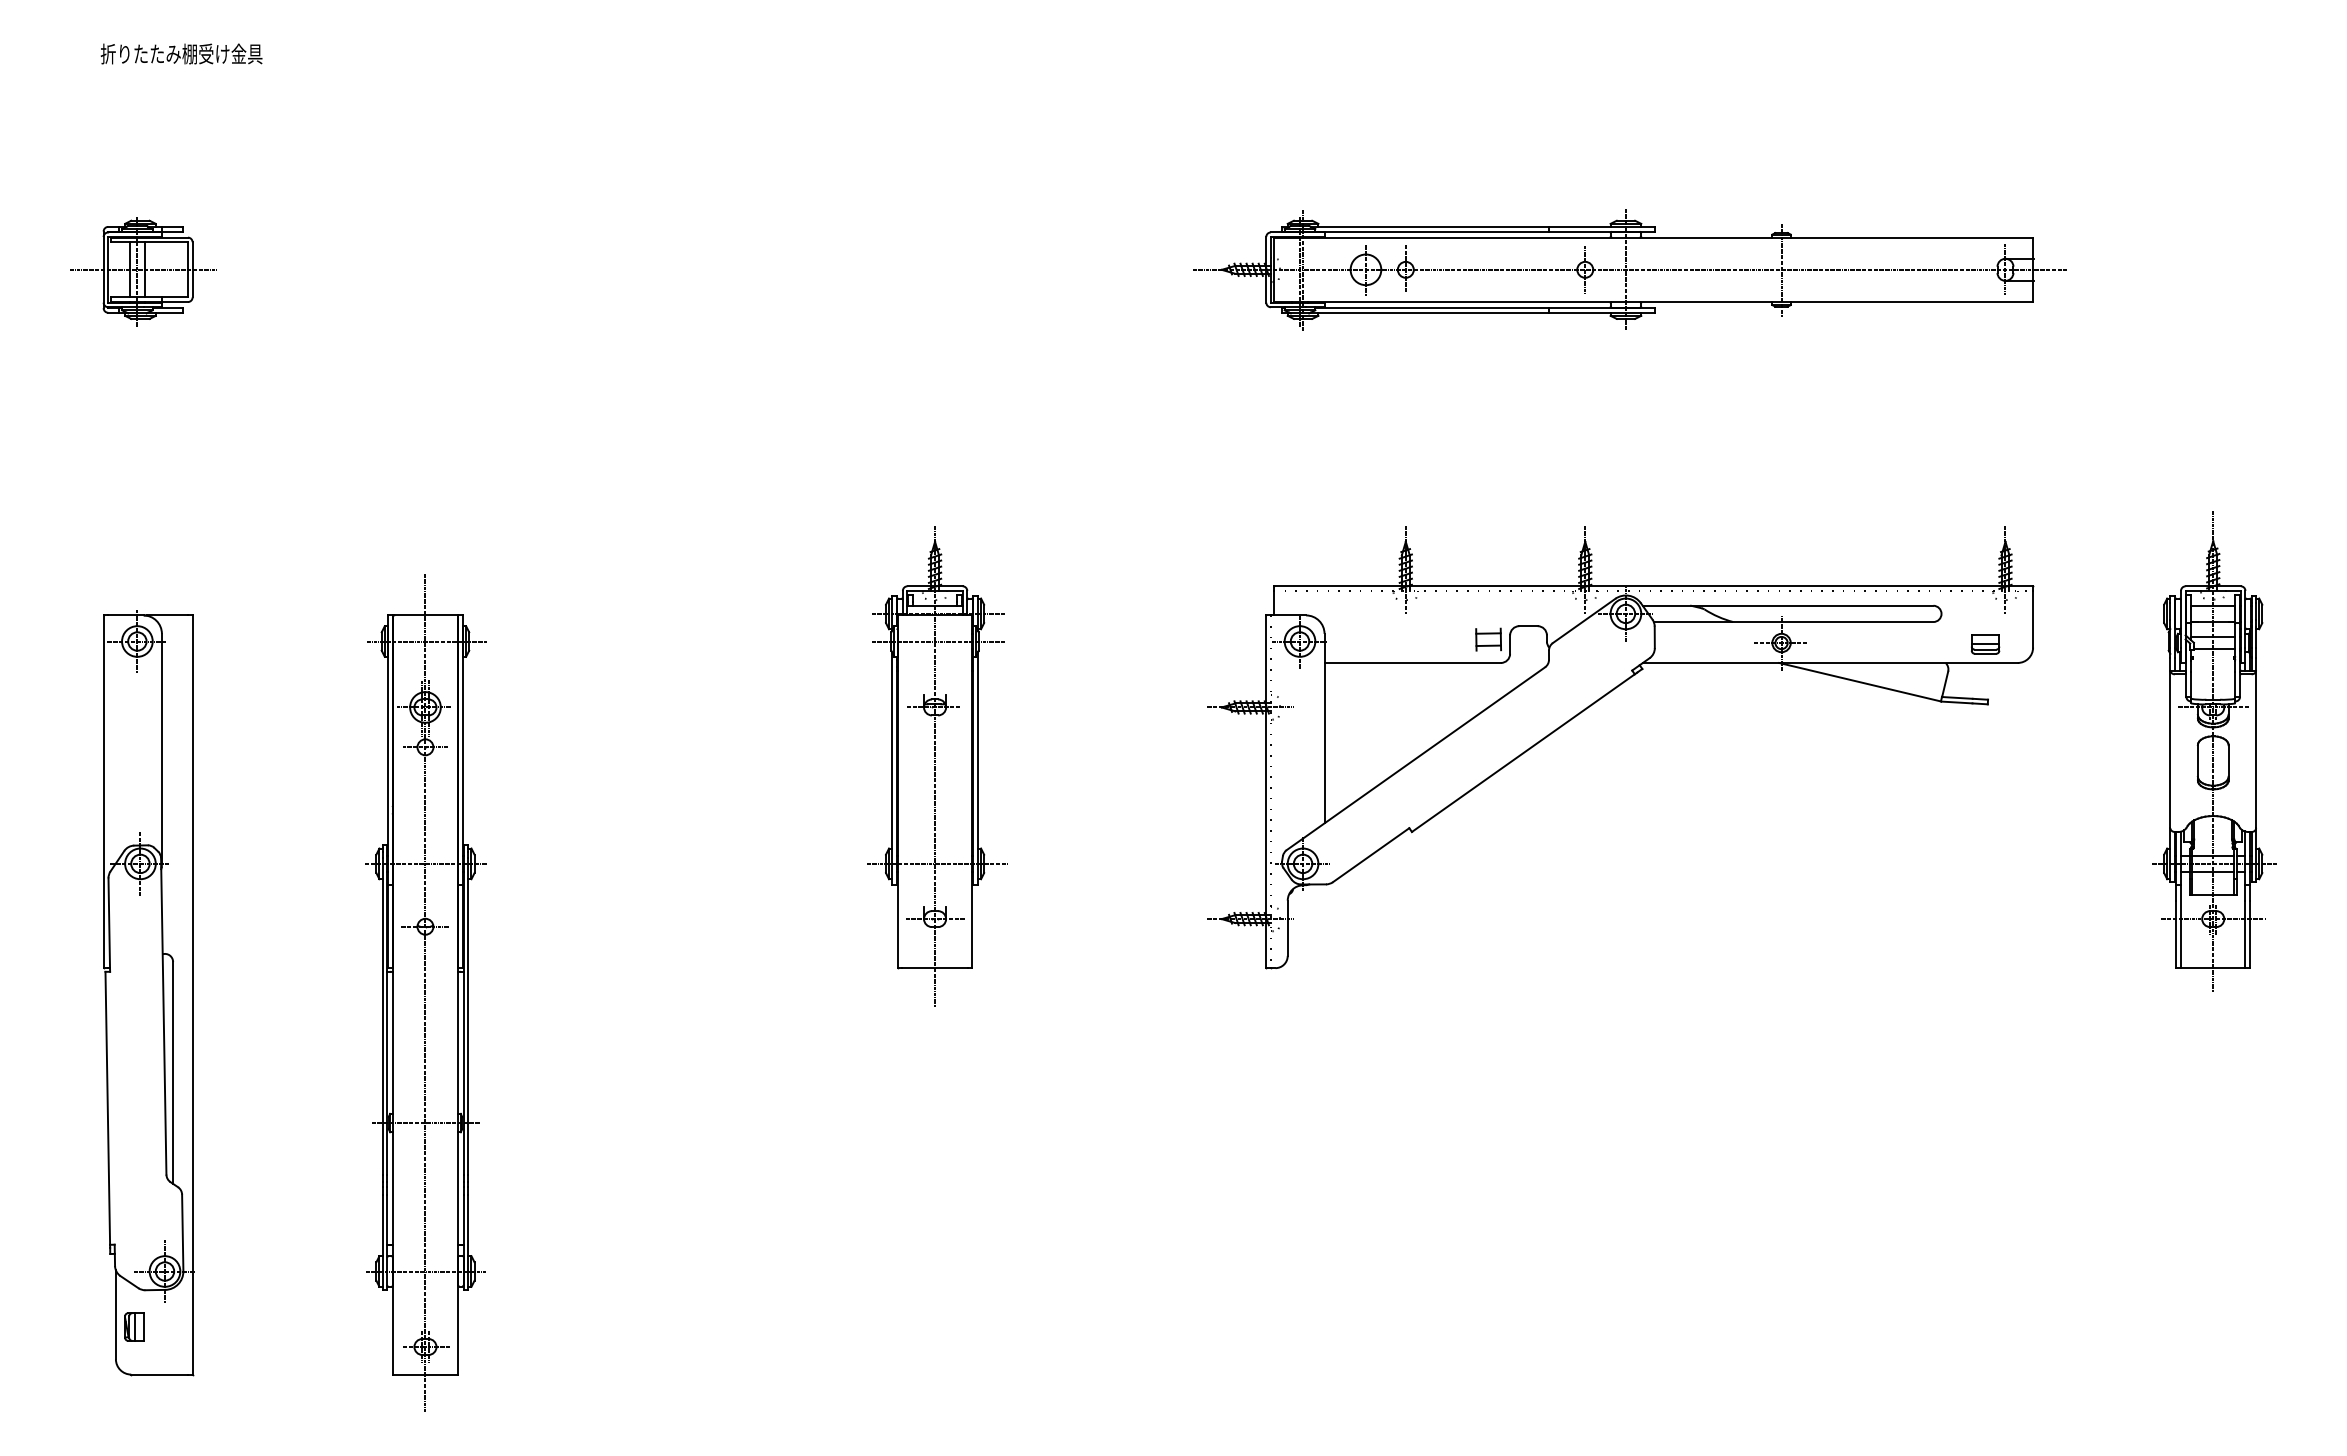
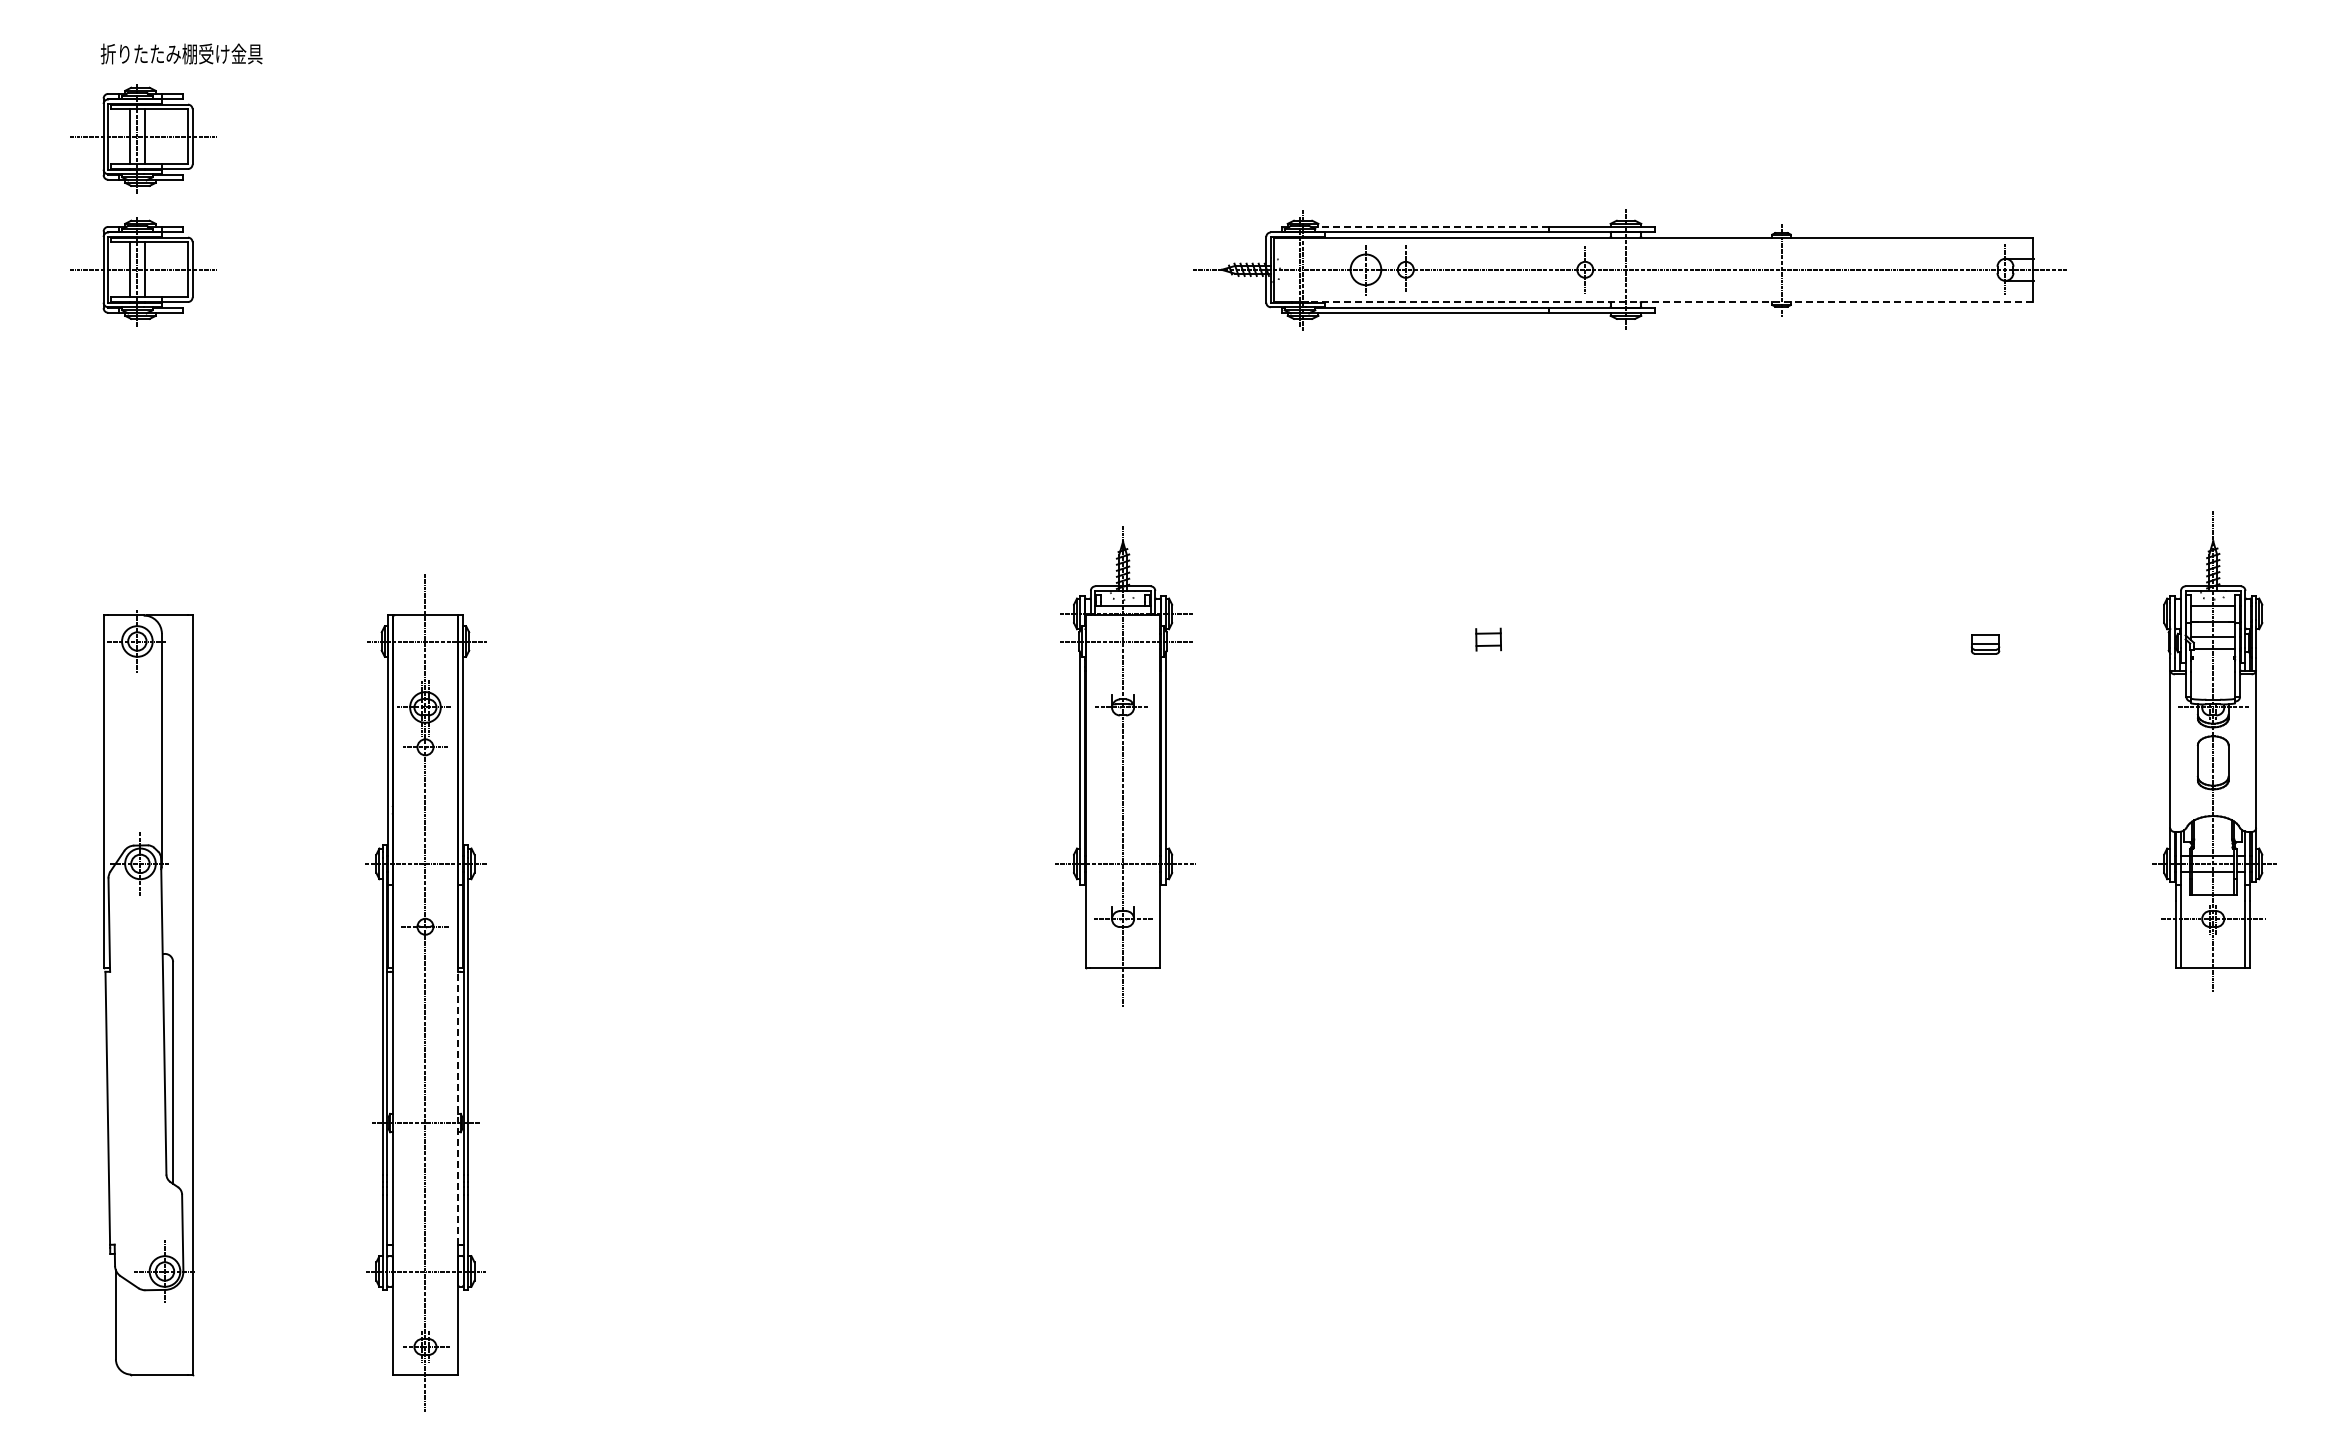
part at (143, 138): none -> present
line at (1430, 226): solid -> dashed
line at (1670, 302): solid -> dashed
part at (1591, 706): present -> none
part at (937, 766) position: (937, 766) -> (1125, 766)
line at (457, 1108): solid -> dashed
part at (134, 1326): present -> none
